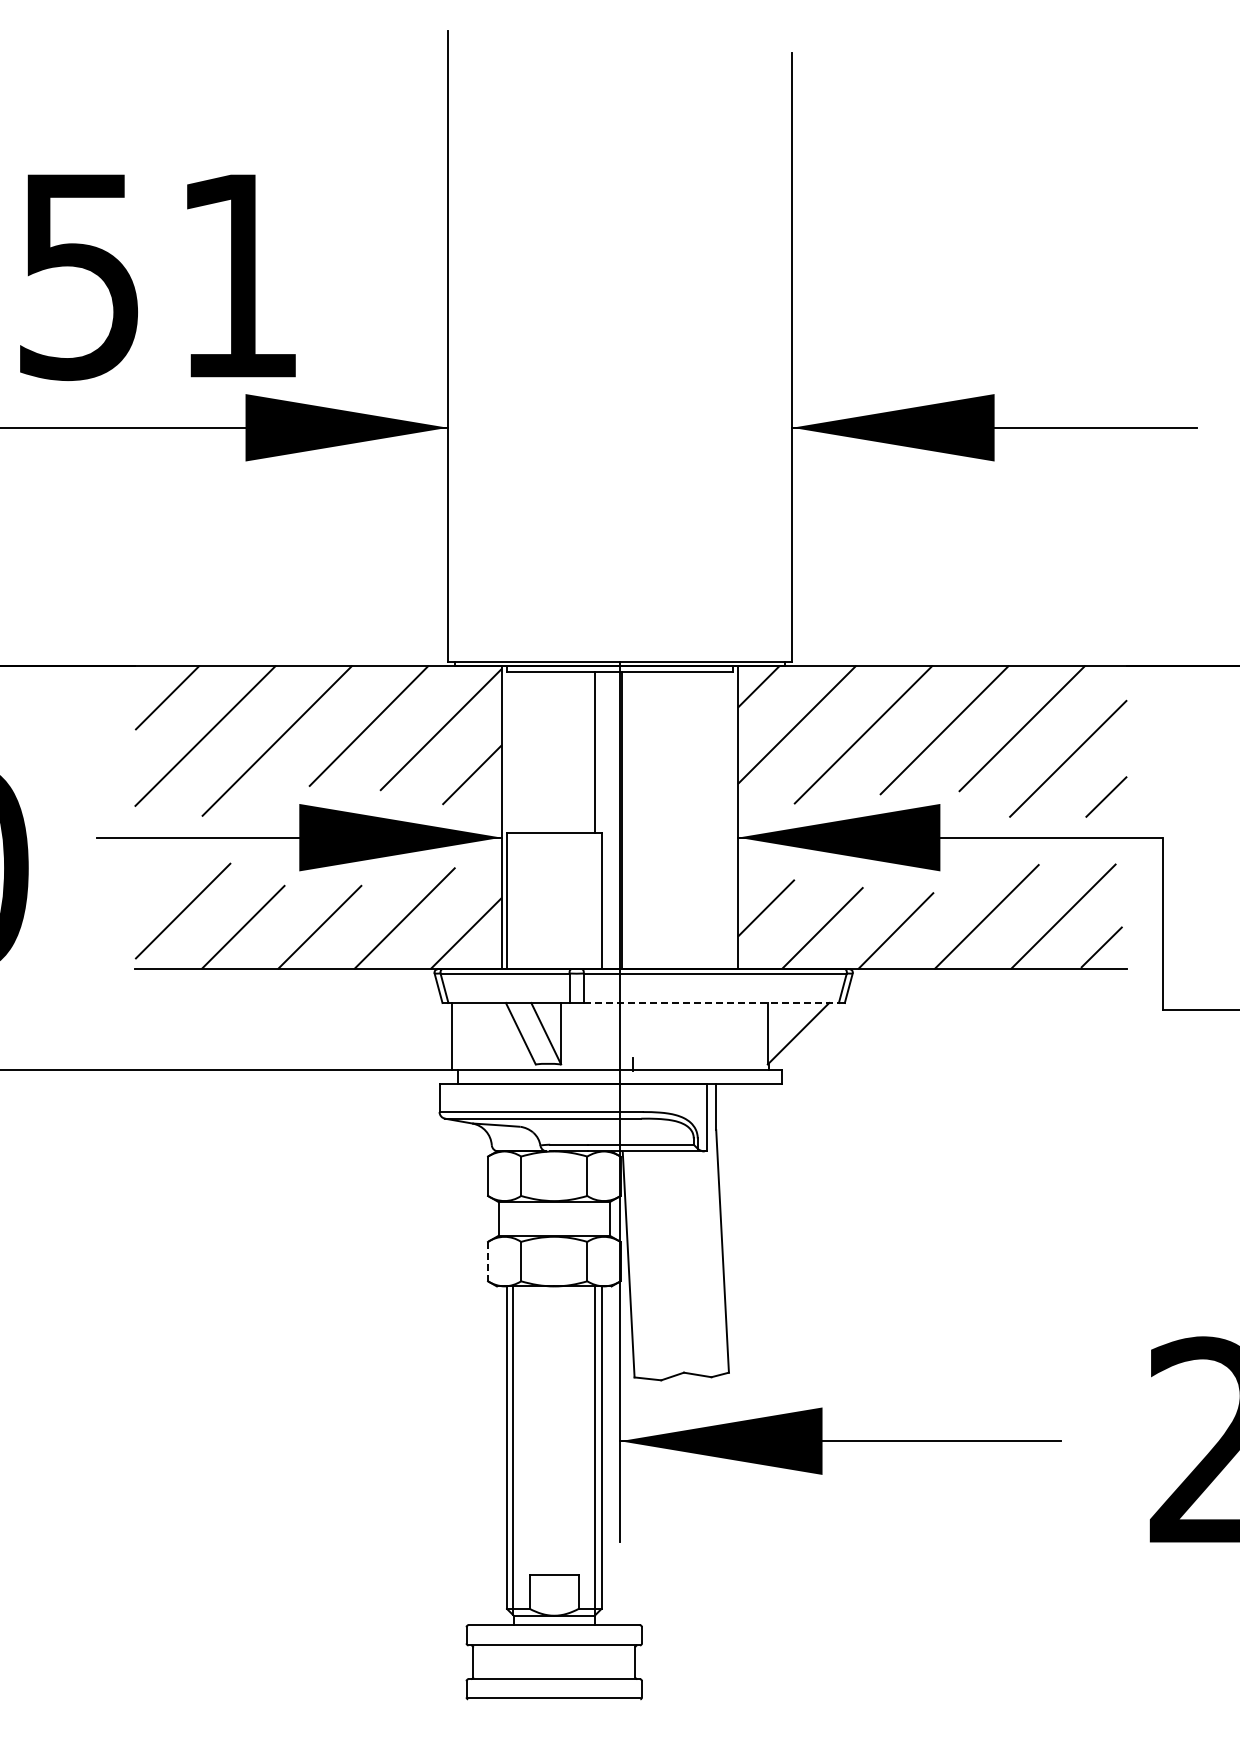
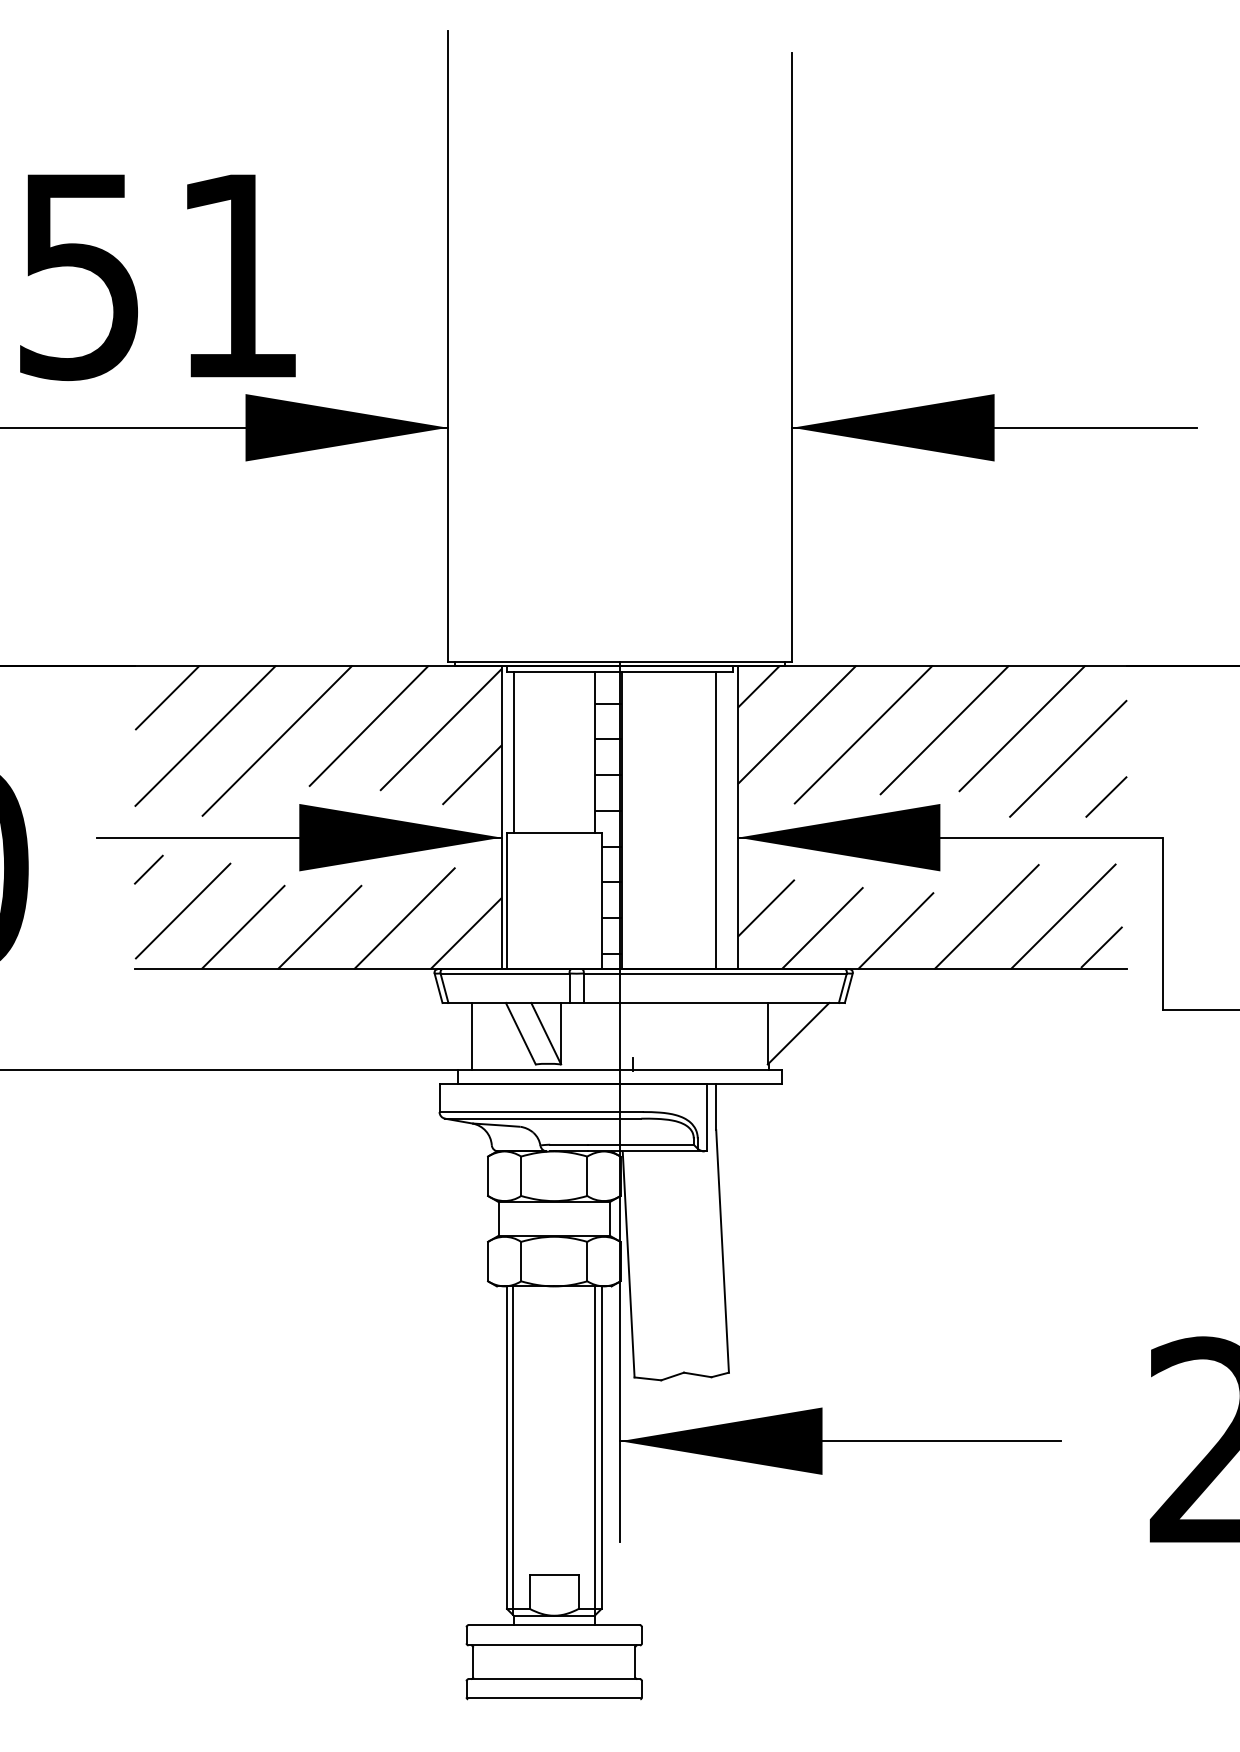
line at (513, 752): none -> present
line at (716, 820): none -> present
hatch at (607, 828): none -> present
line at (148, 869): none -> present
line at (711, 1003): dashed -> solid
line at (451, 1036) position: (451, 1036) -> (471, 1036)
line at (488, 1261): dashed -> solid
